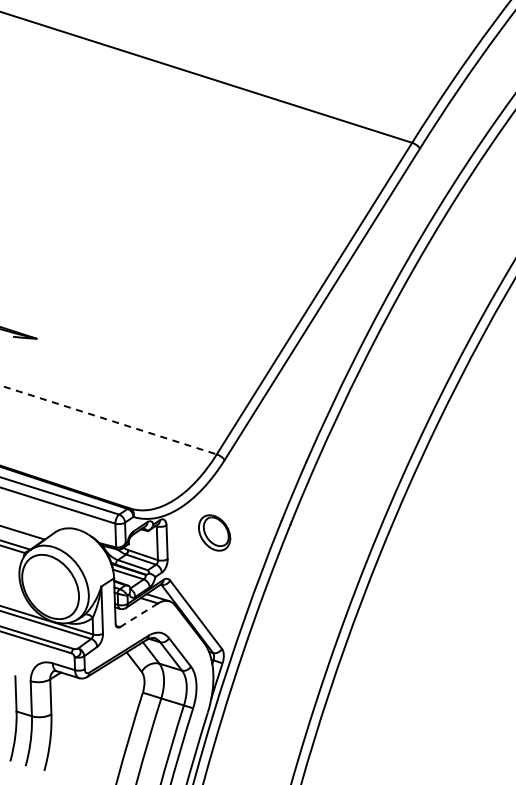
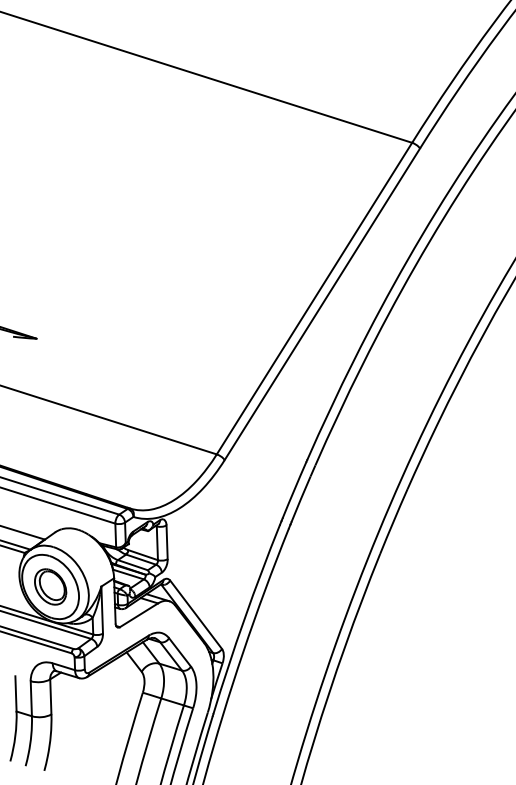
line at (109, 420): dashed -> solid
part at (214, 532) position: (214, 532) -> (50, 586)
line at (138, 615): dashed -> solid
